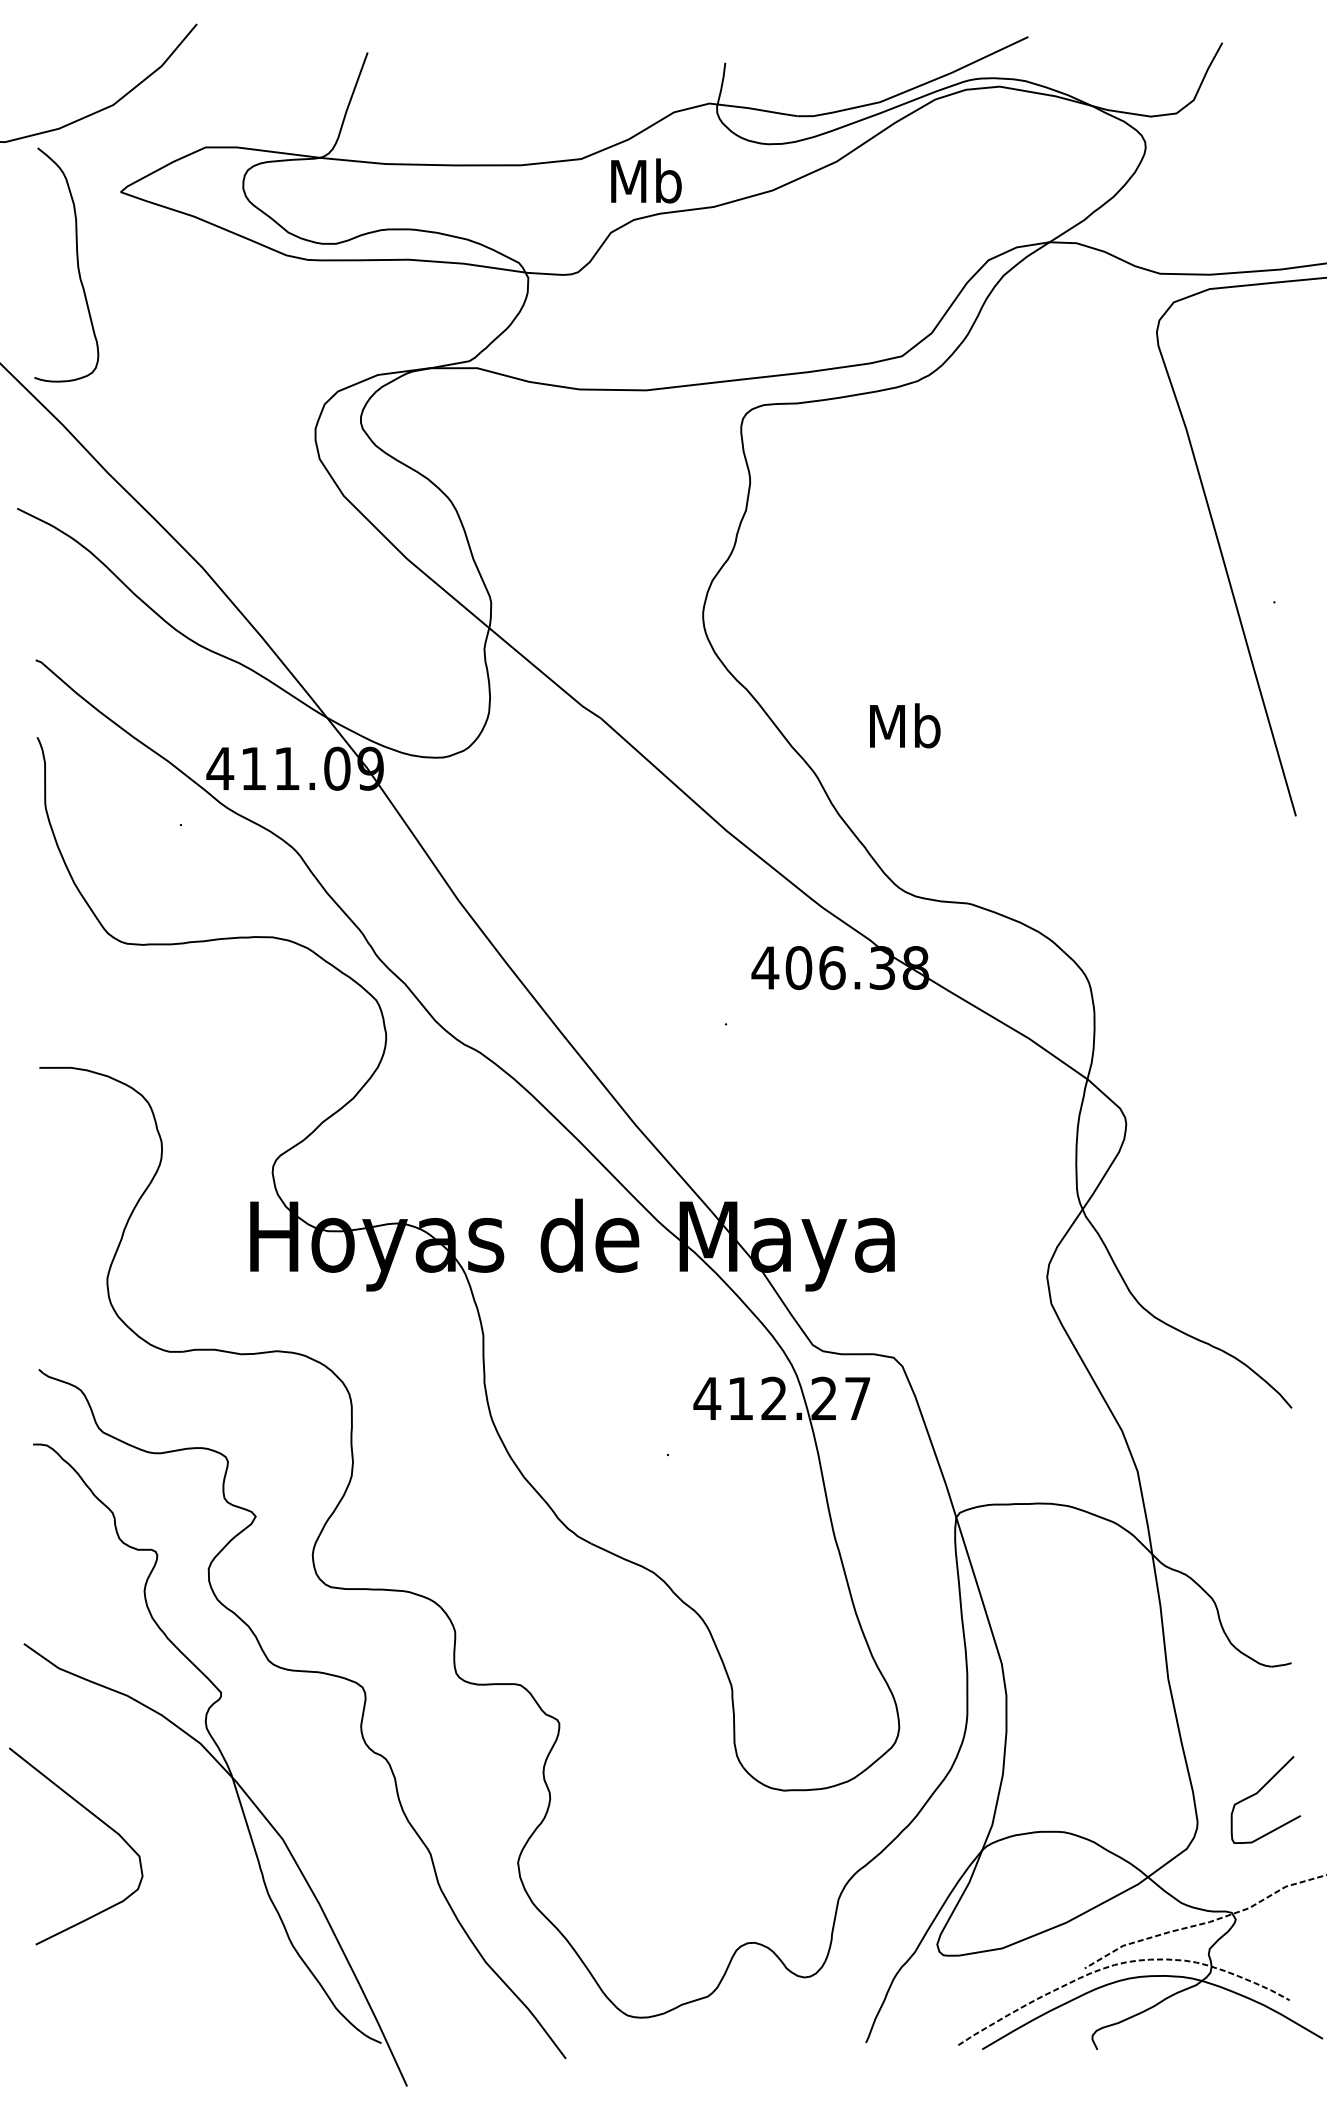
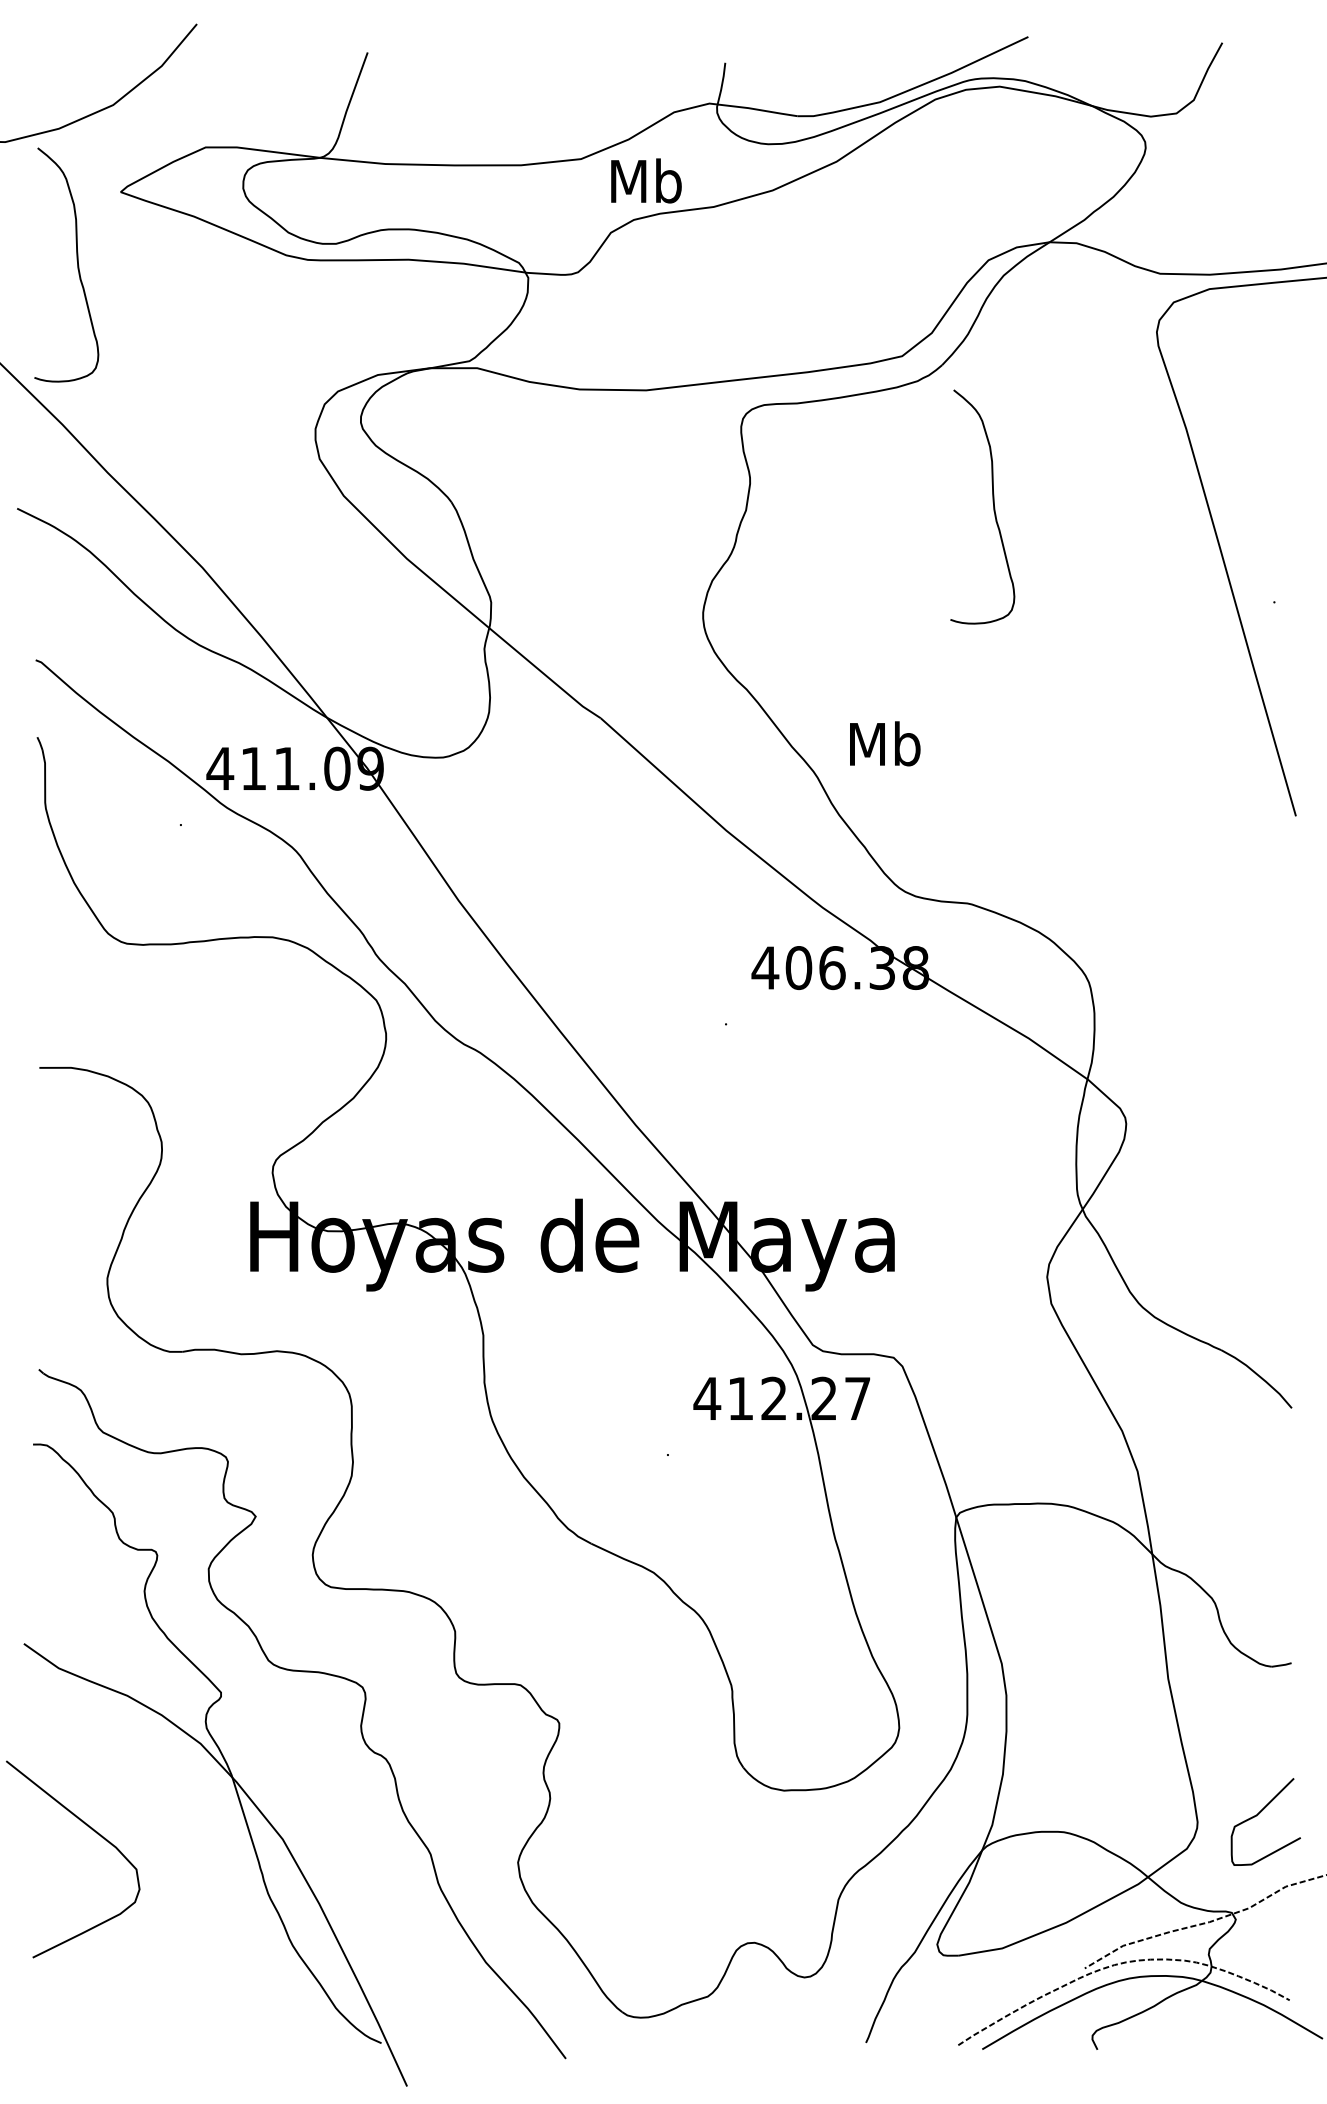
curve at (992, 502): none -> present
text at (905, 725) position: (905, 725) -> (885, 743)
curve at (1259, 1792) position: (1259, 1792) -> (1259, 1814)
curve at (96, 1818) position: (96, 1818) -> (93, 1831)
